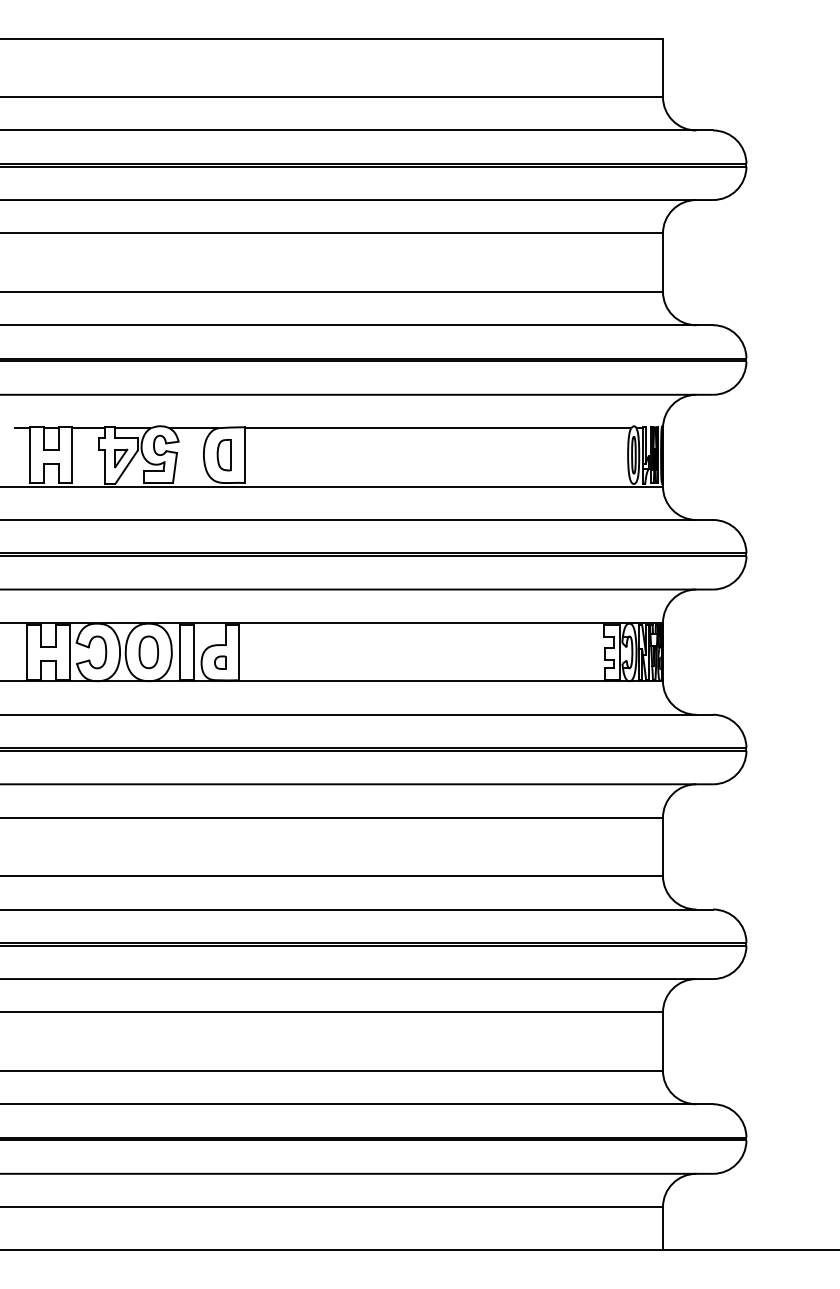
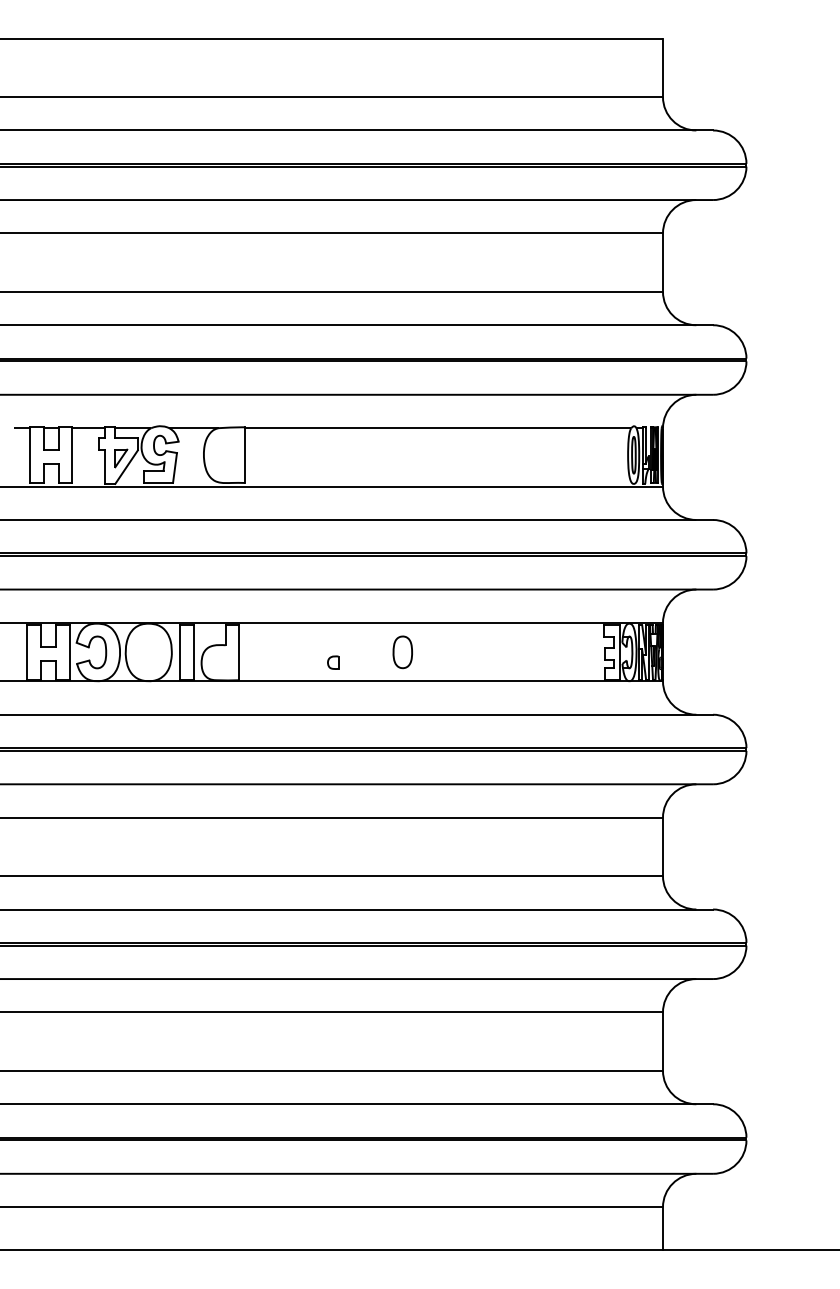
part at (223, 455): present -> none
part at (148, 652) position: (148, 652) -> (402, 652)
part at (220, 662) position: (220, 662) -> (333, 662)
